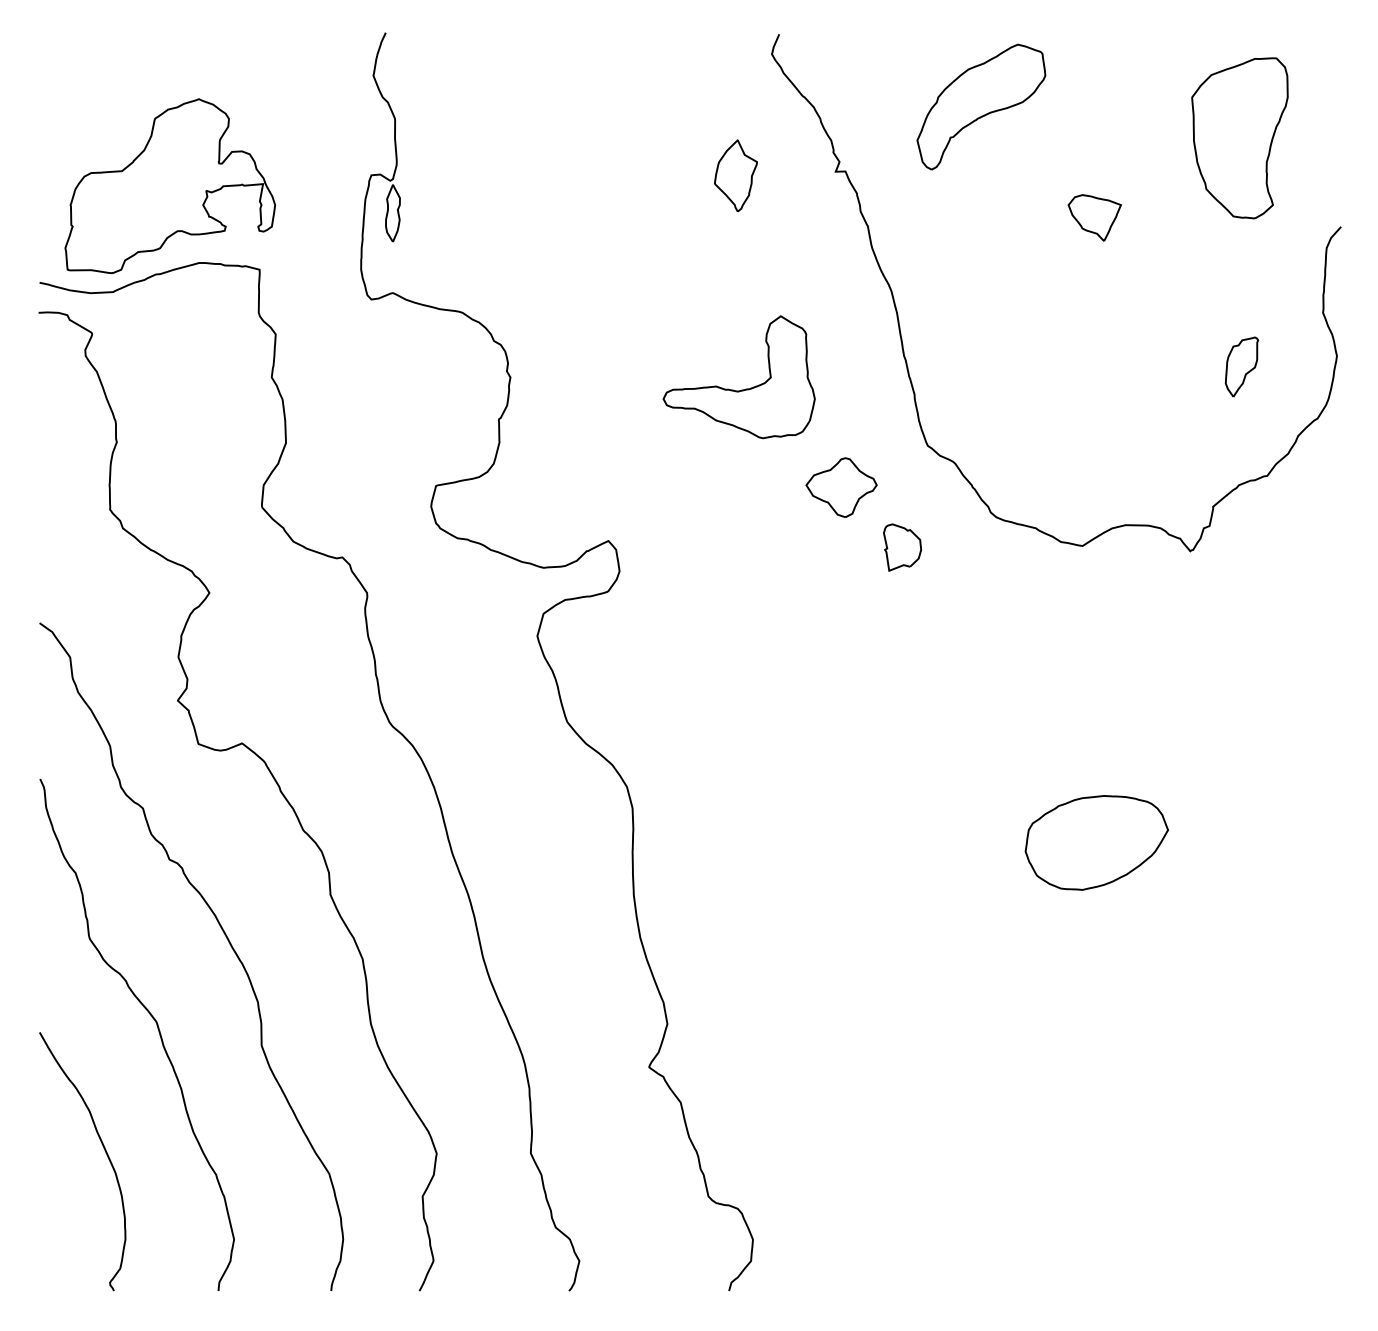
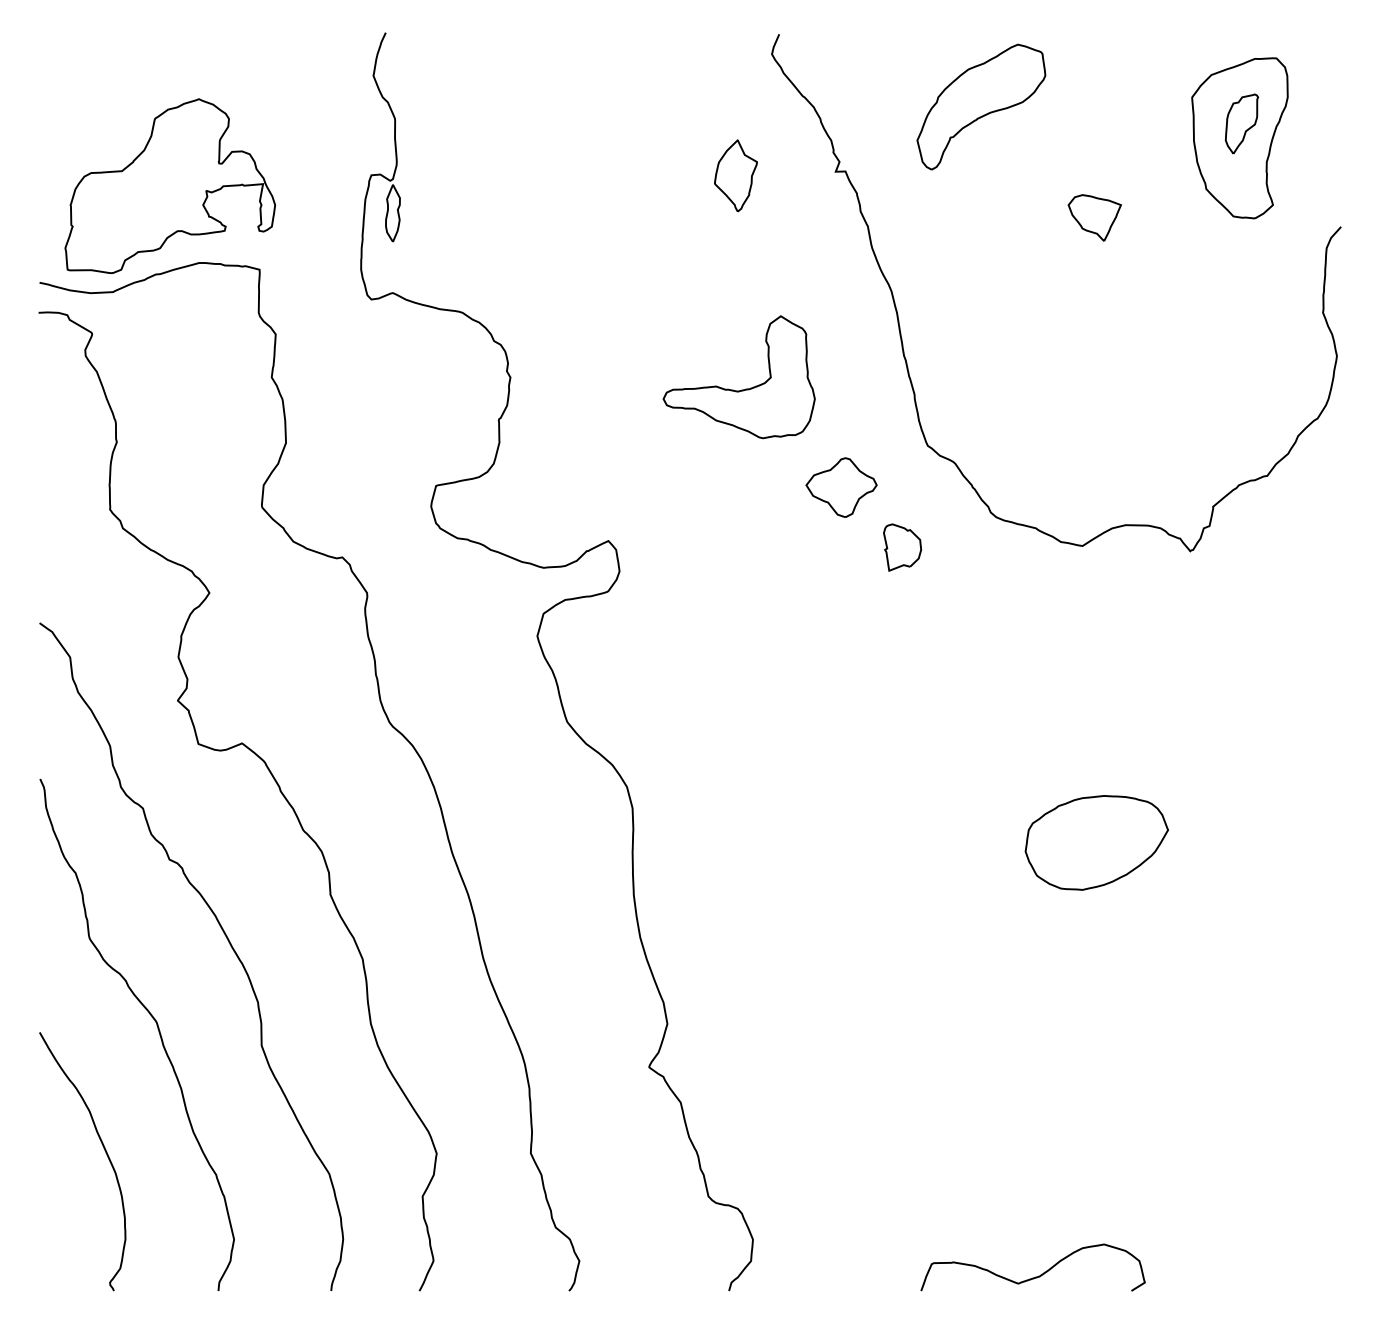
part at (1241, 366) position: (1241, 366) -> (1241, 123)
curve at (1035, 1276): none -> present
